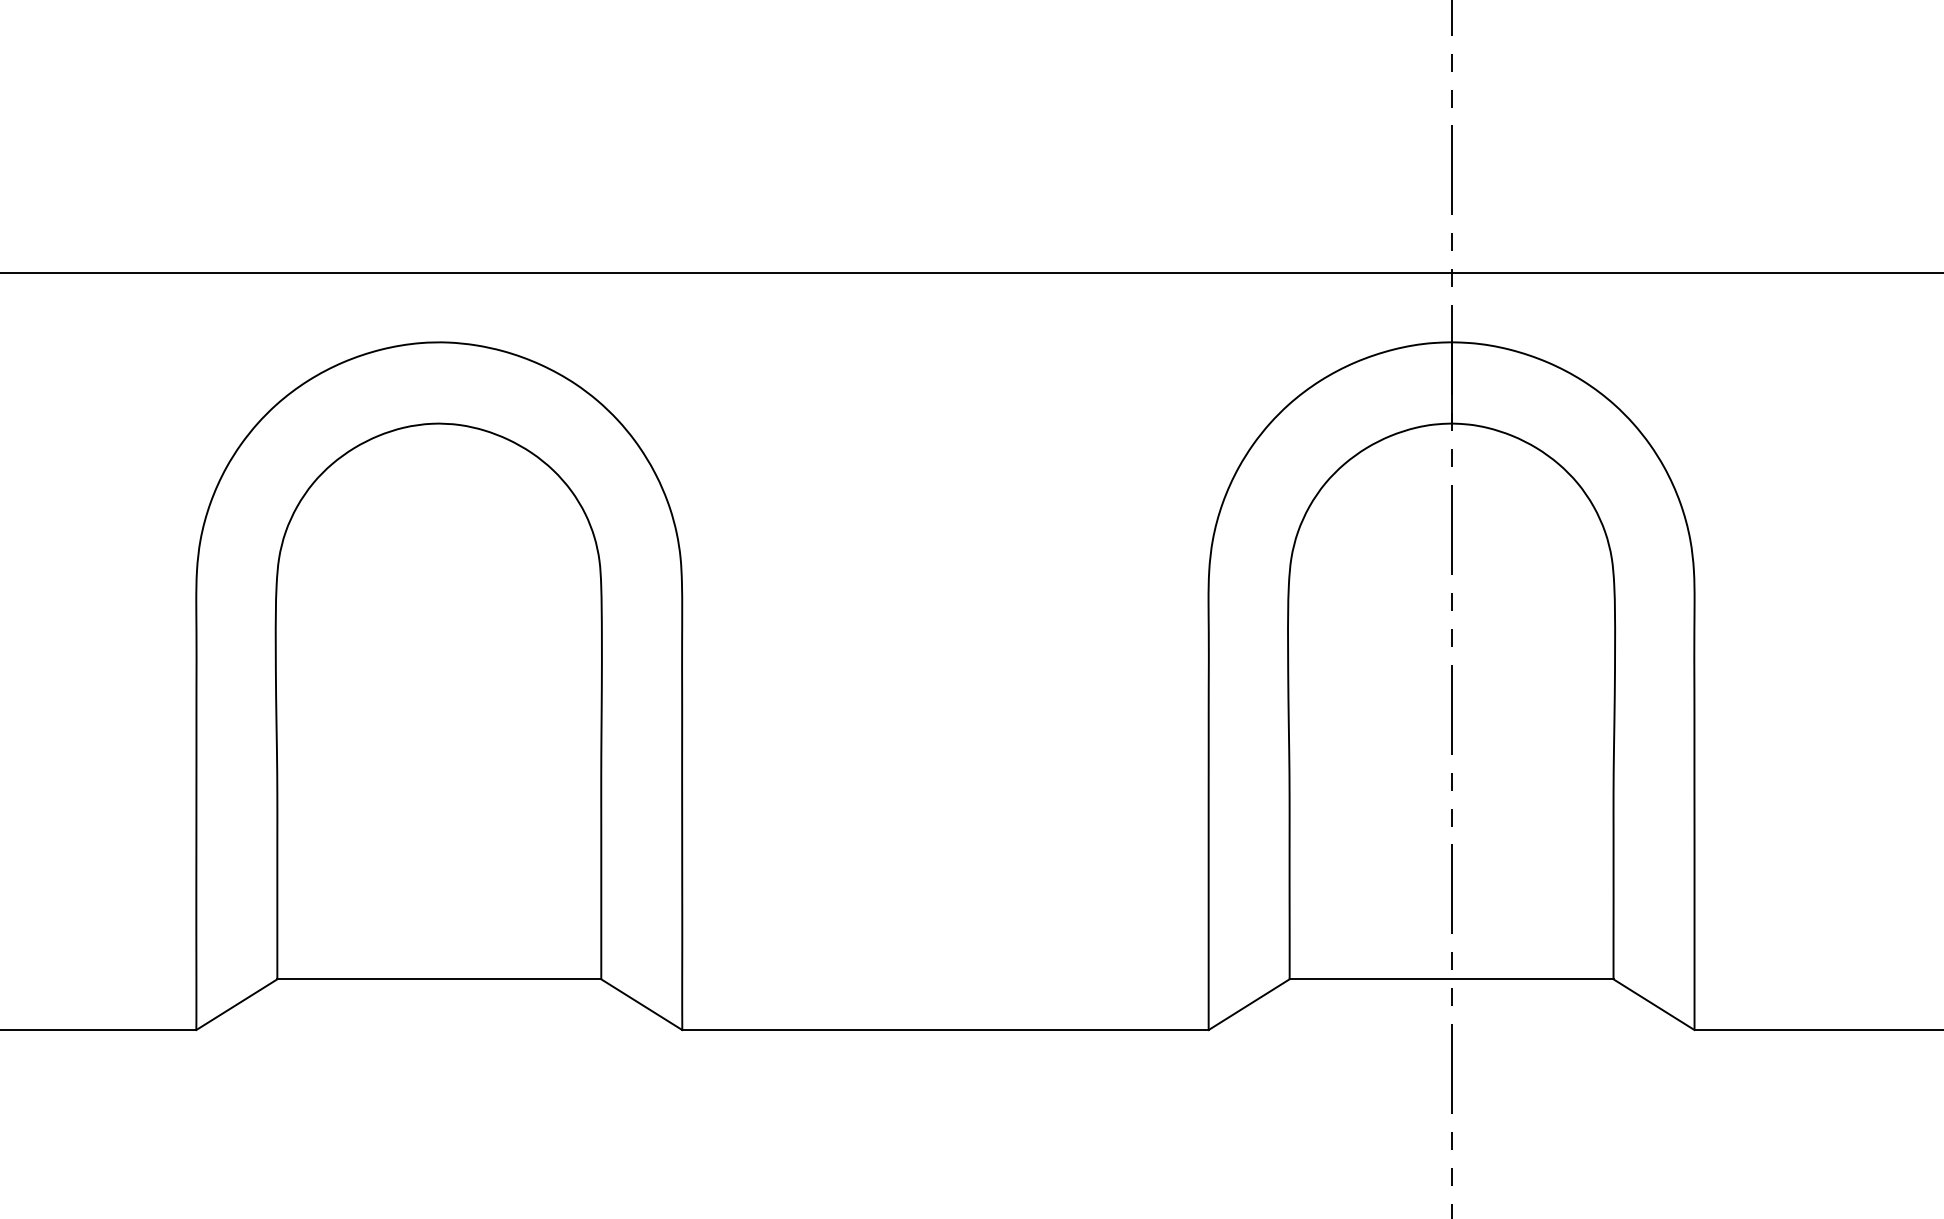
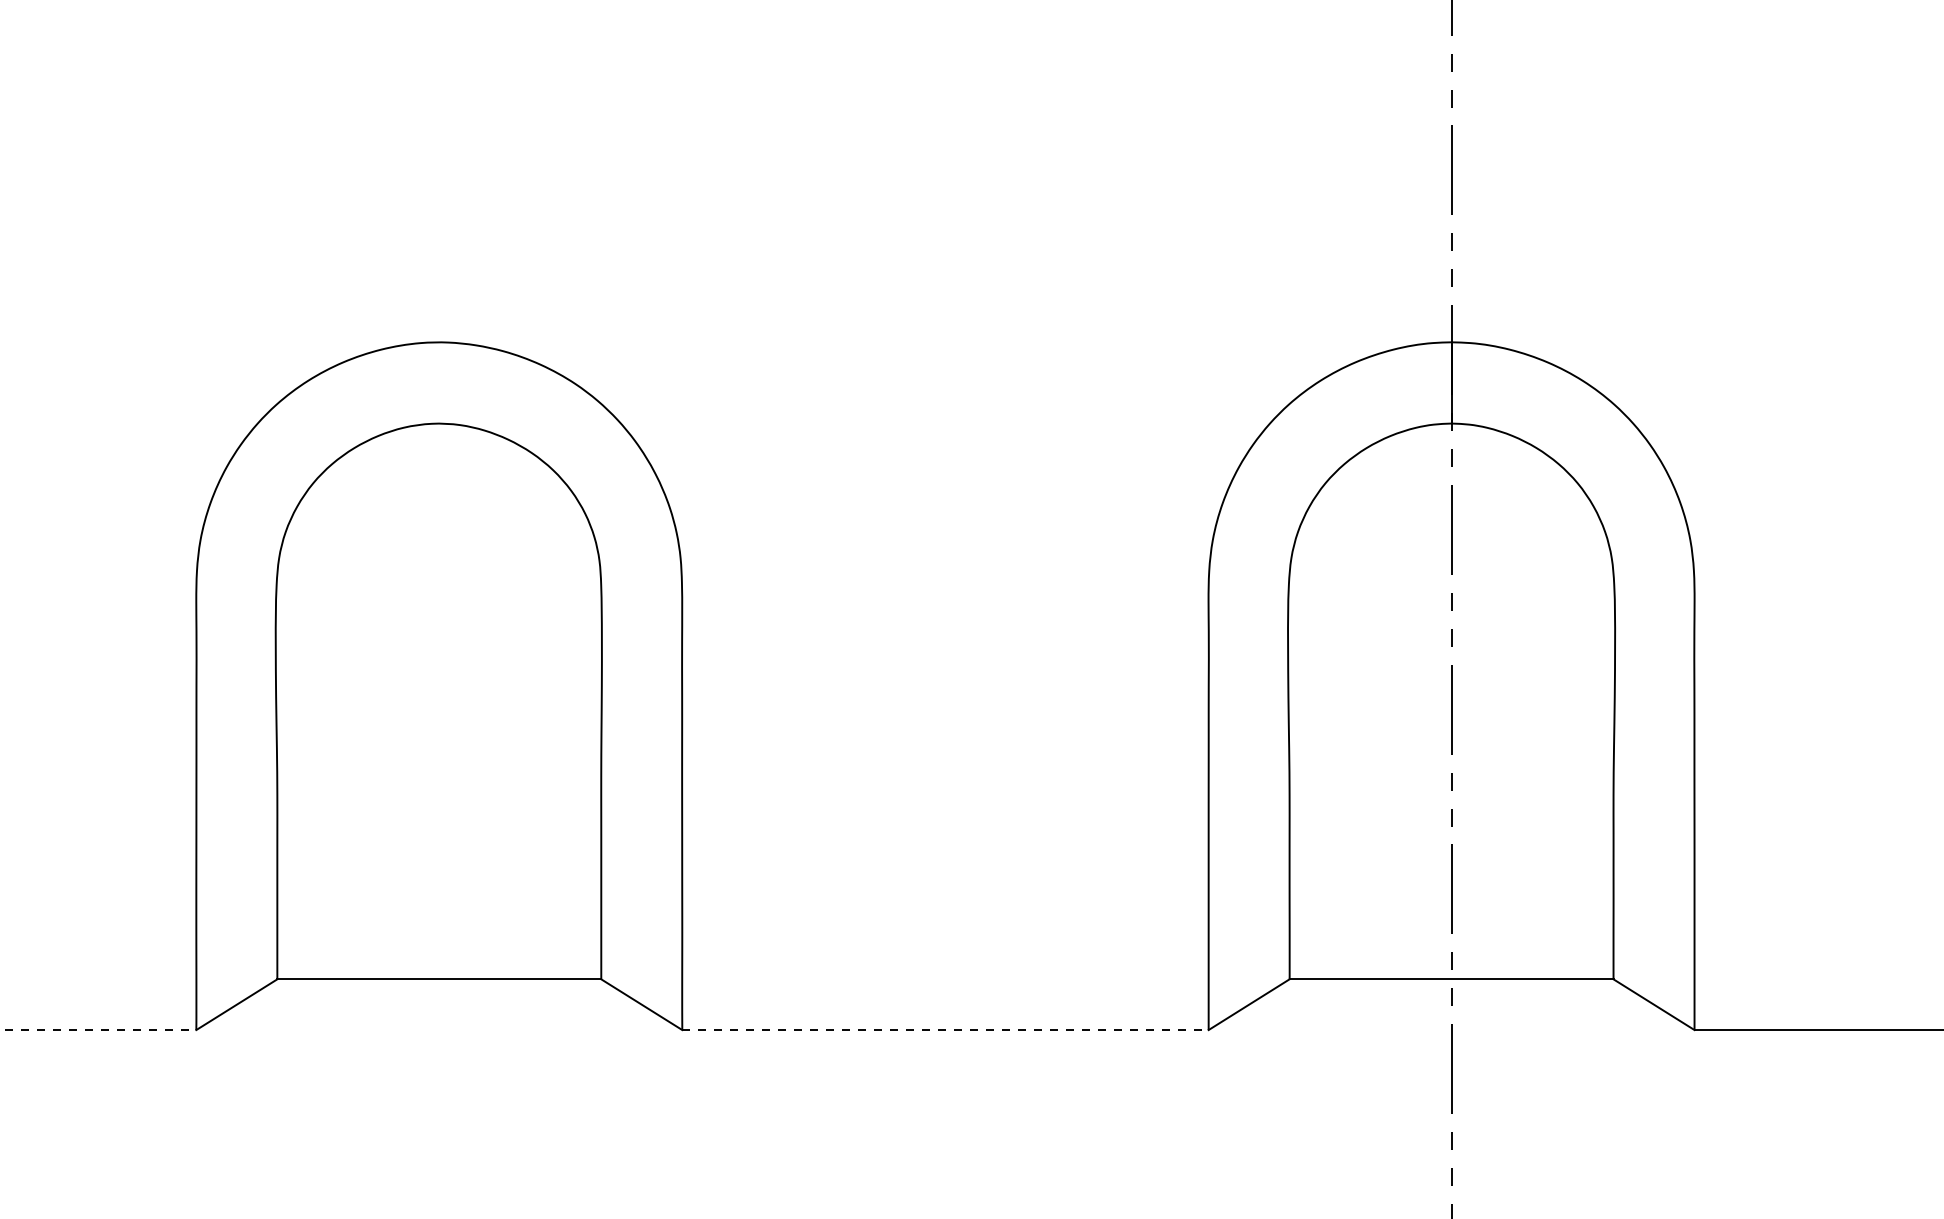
line at (971, 272): present -> none
line at (98, 1030): solid -> dashed
line at (945, 1030): solid -> dashed
